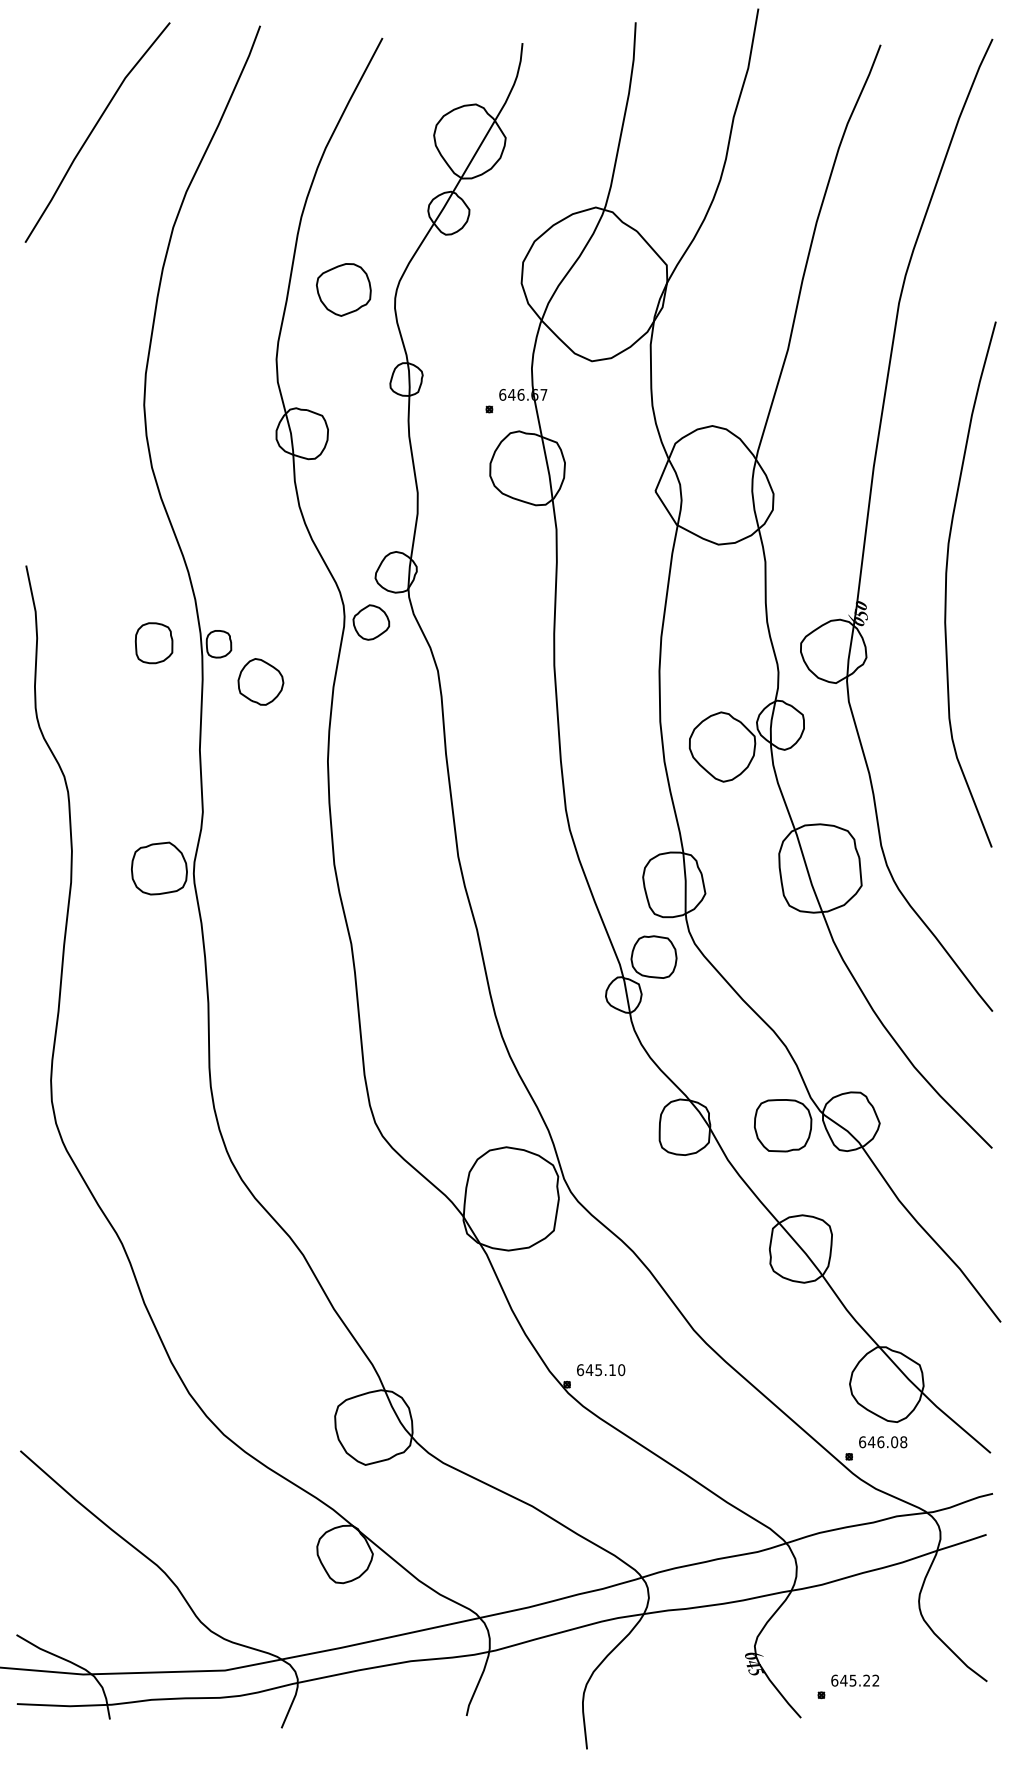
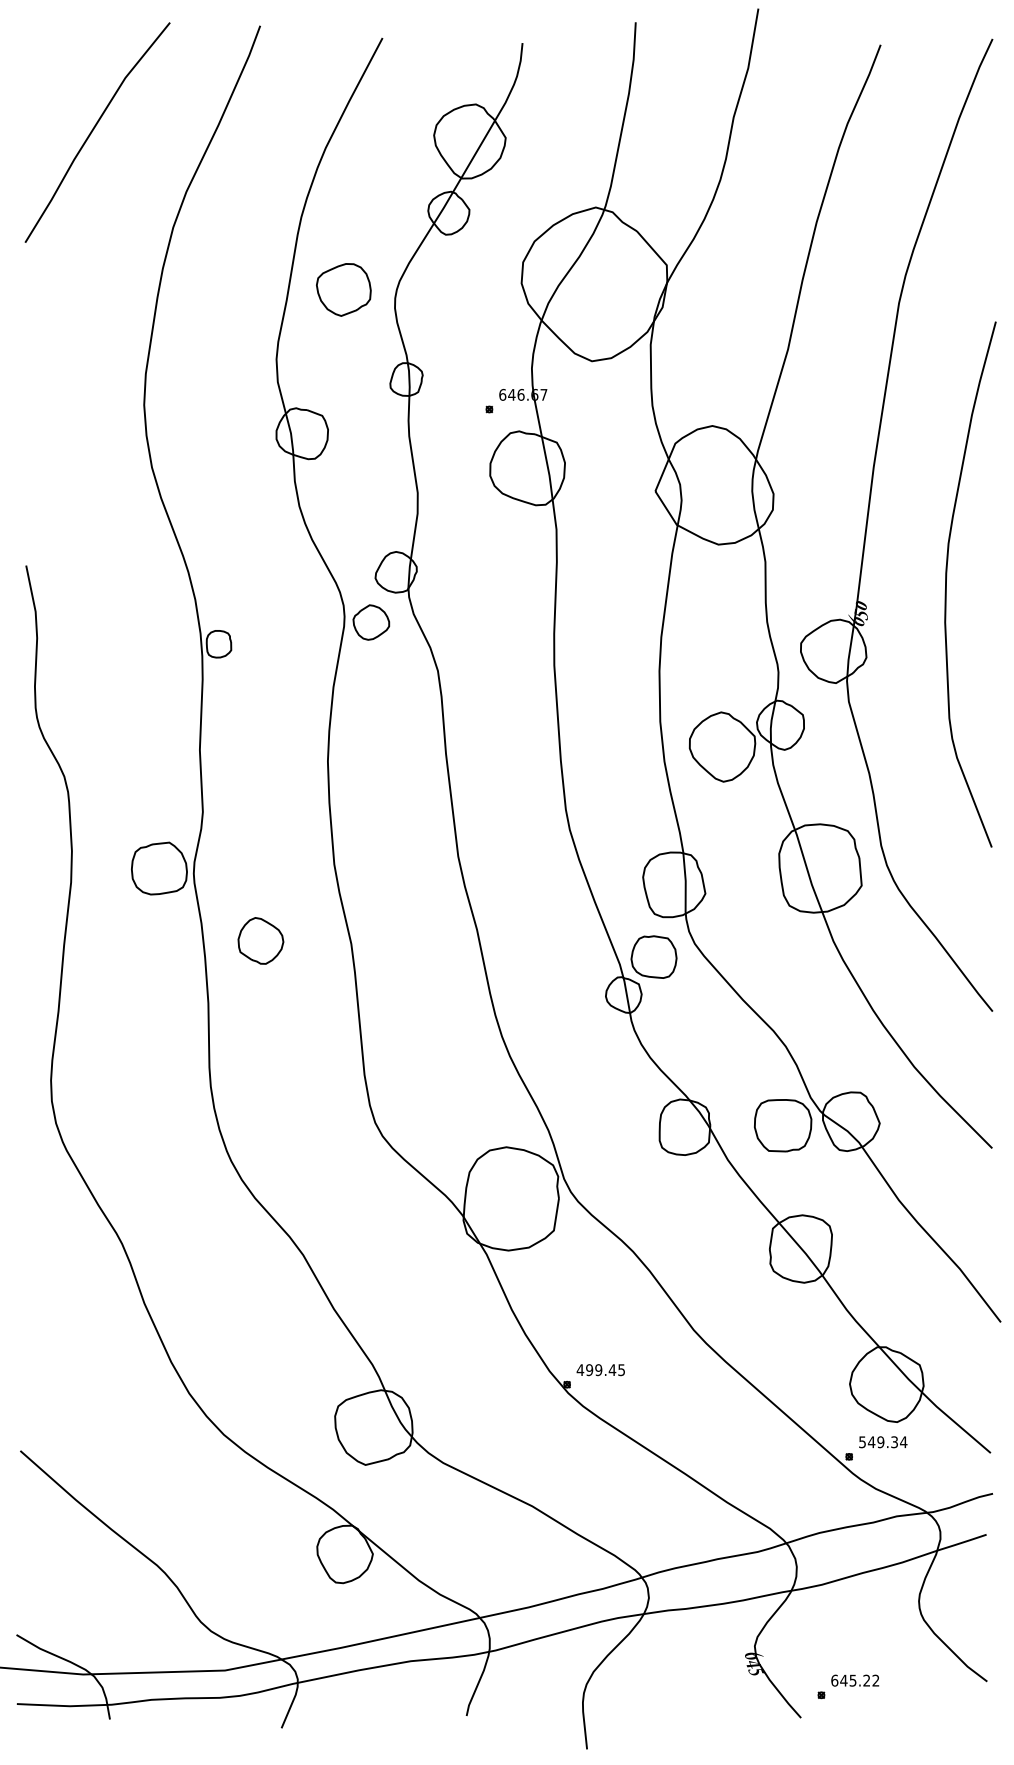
part at (153, 643): present -> none
part at (260, 681) position: (260, 681) -> (260, 940)
text at (600, 1370): 645.10 -> 499.45
text at (883, 1442): 646.08 -> 549.34
